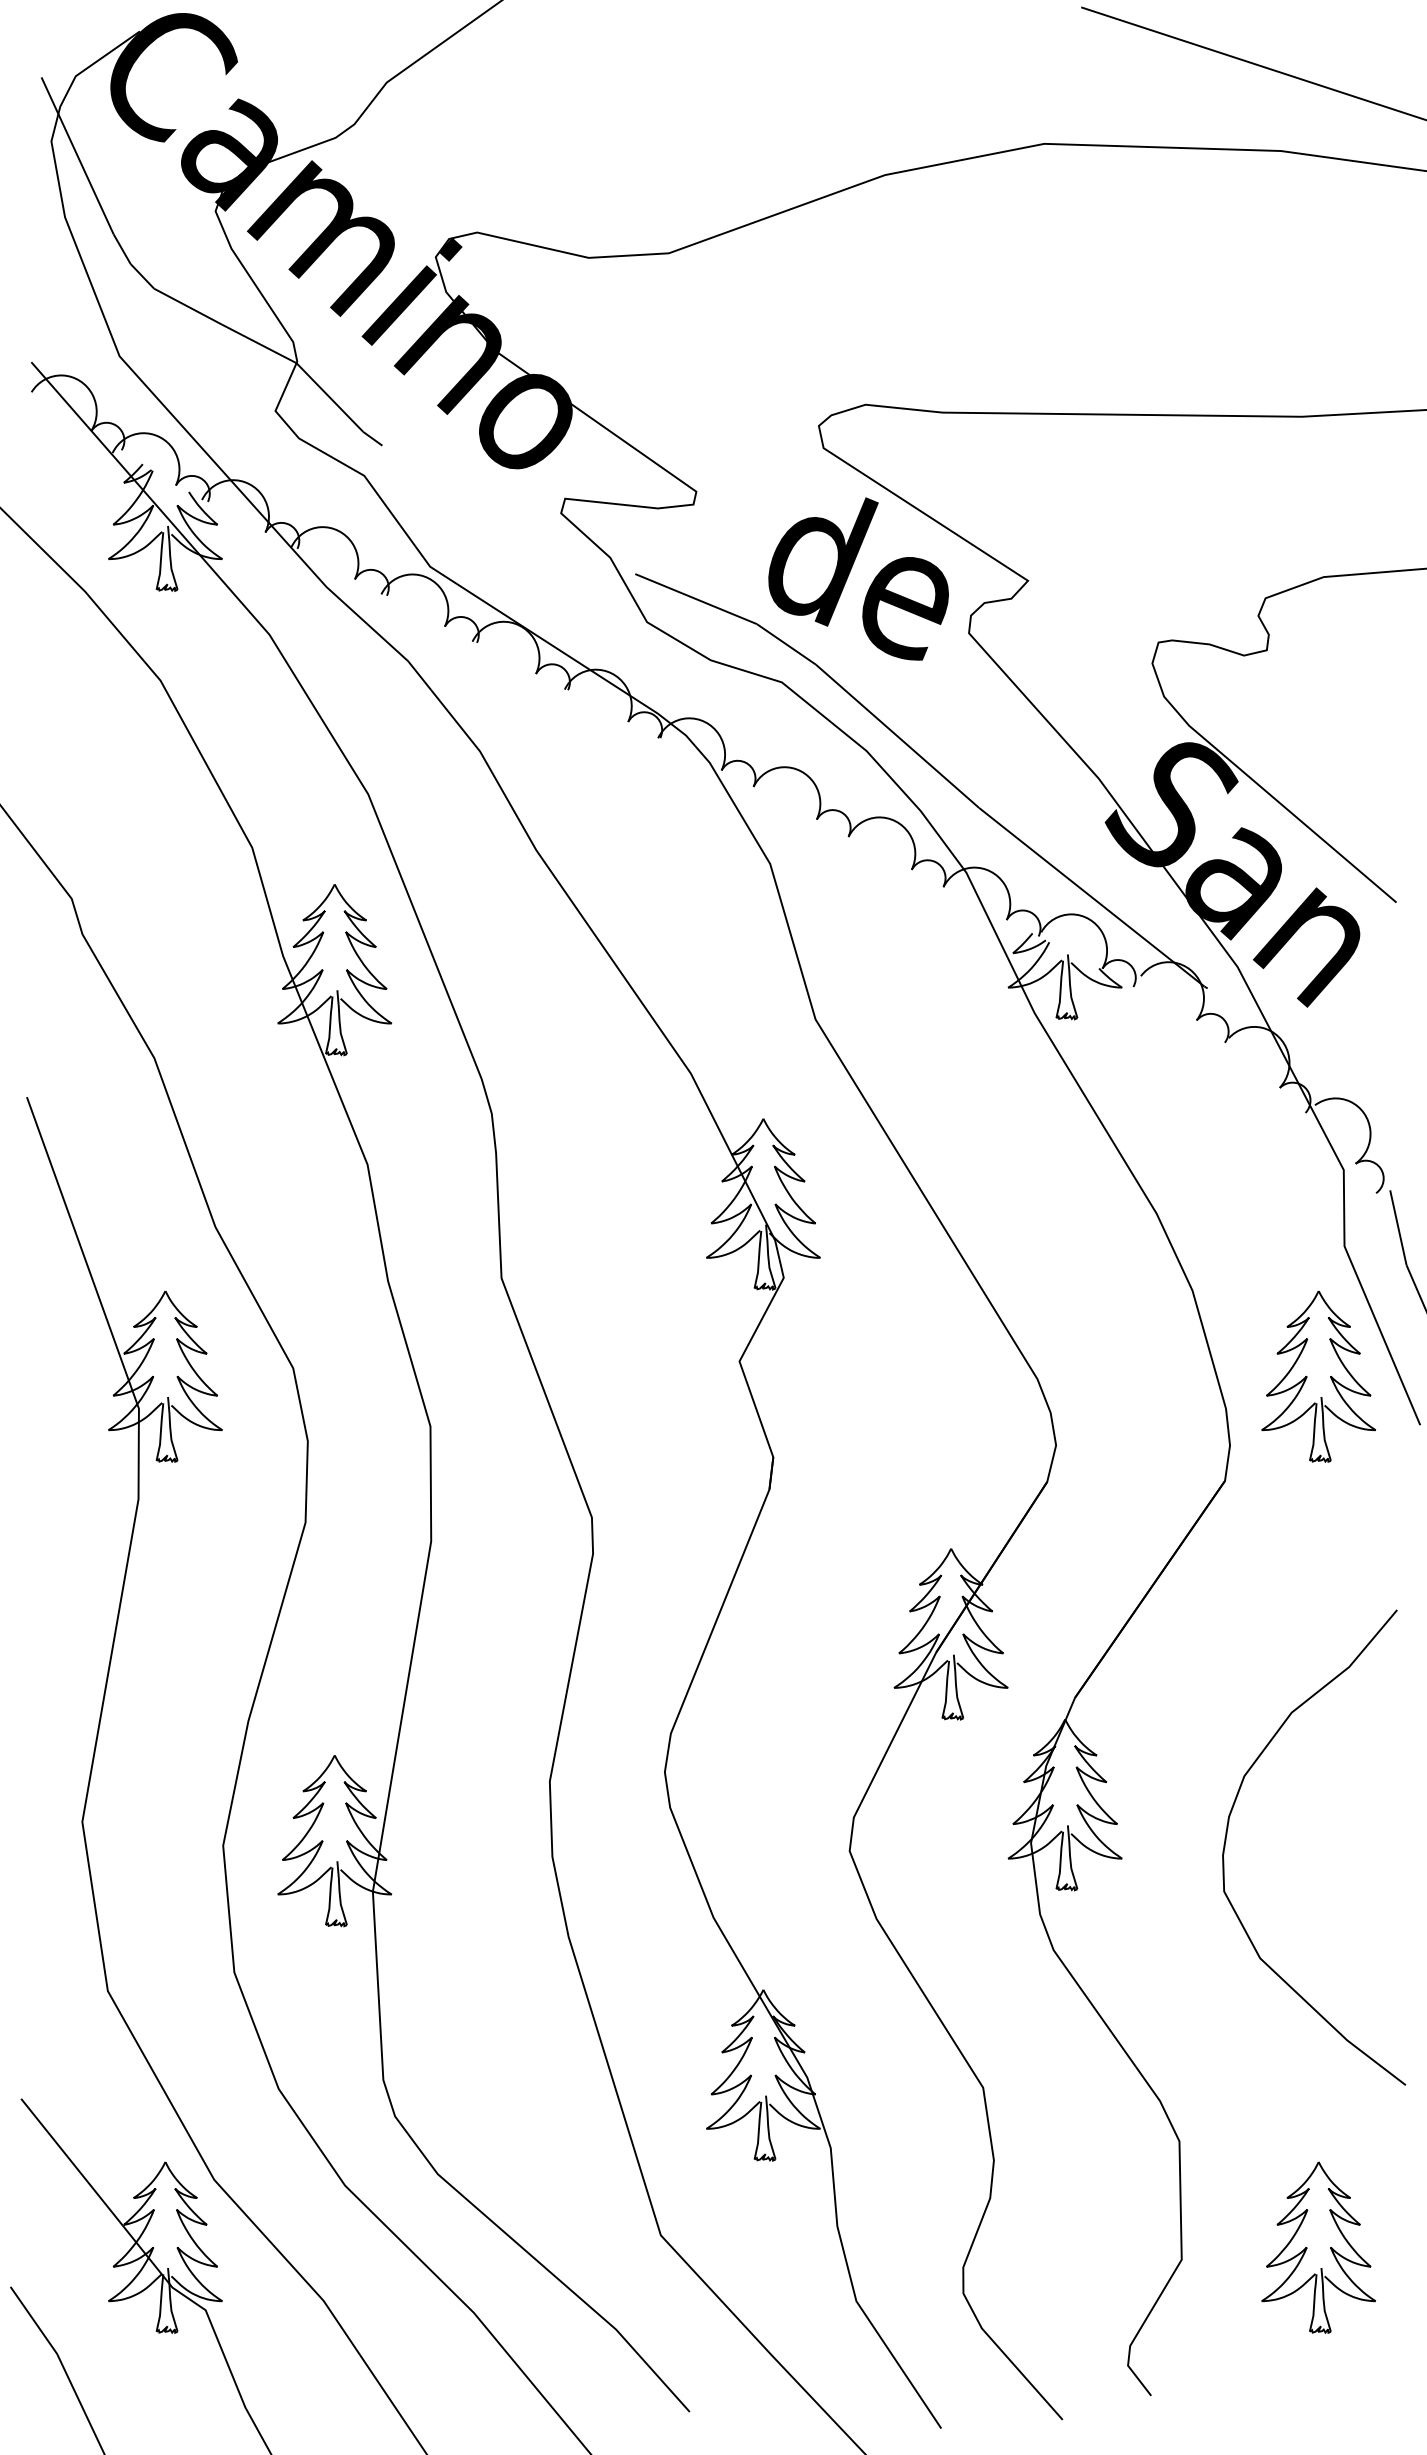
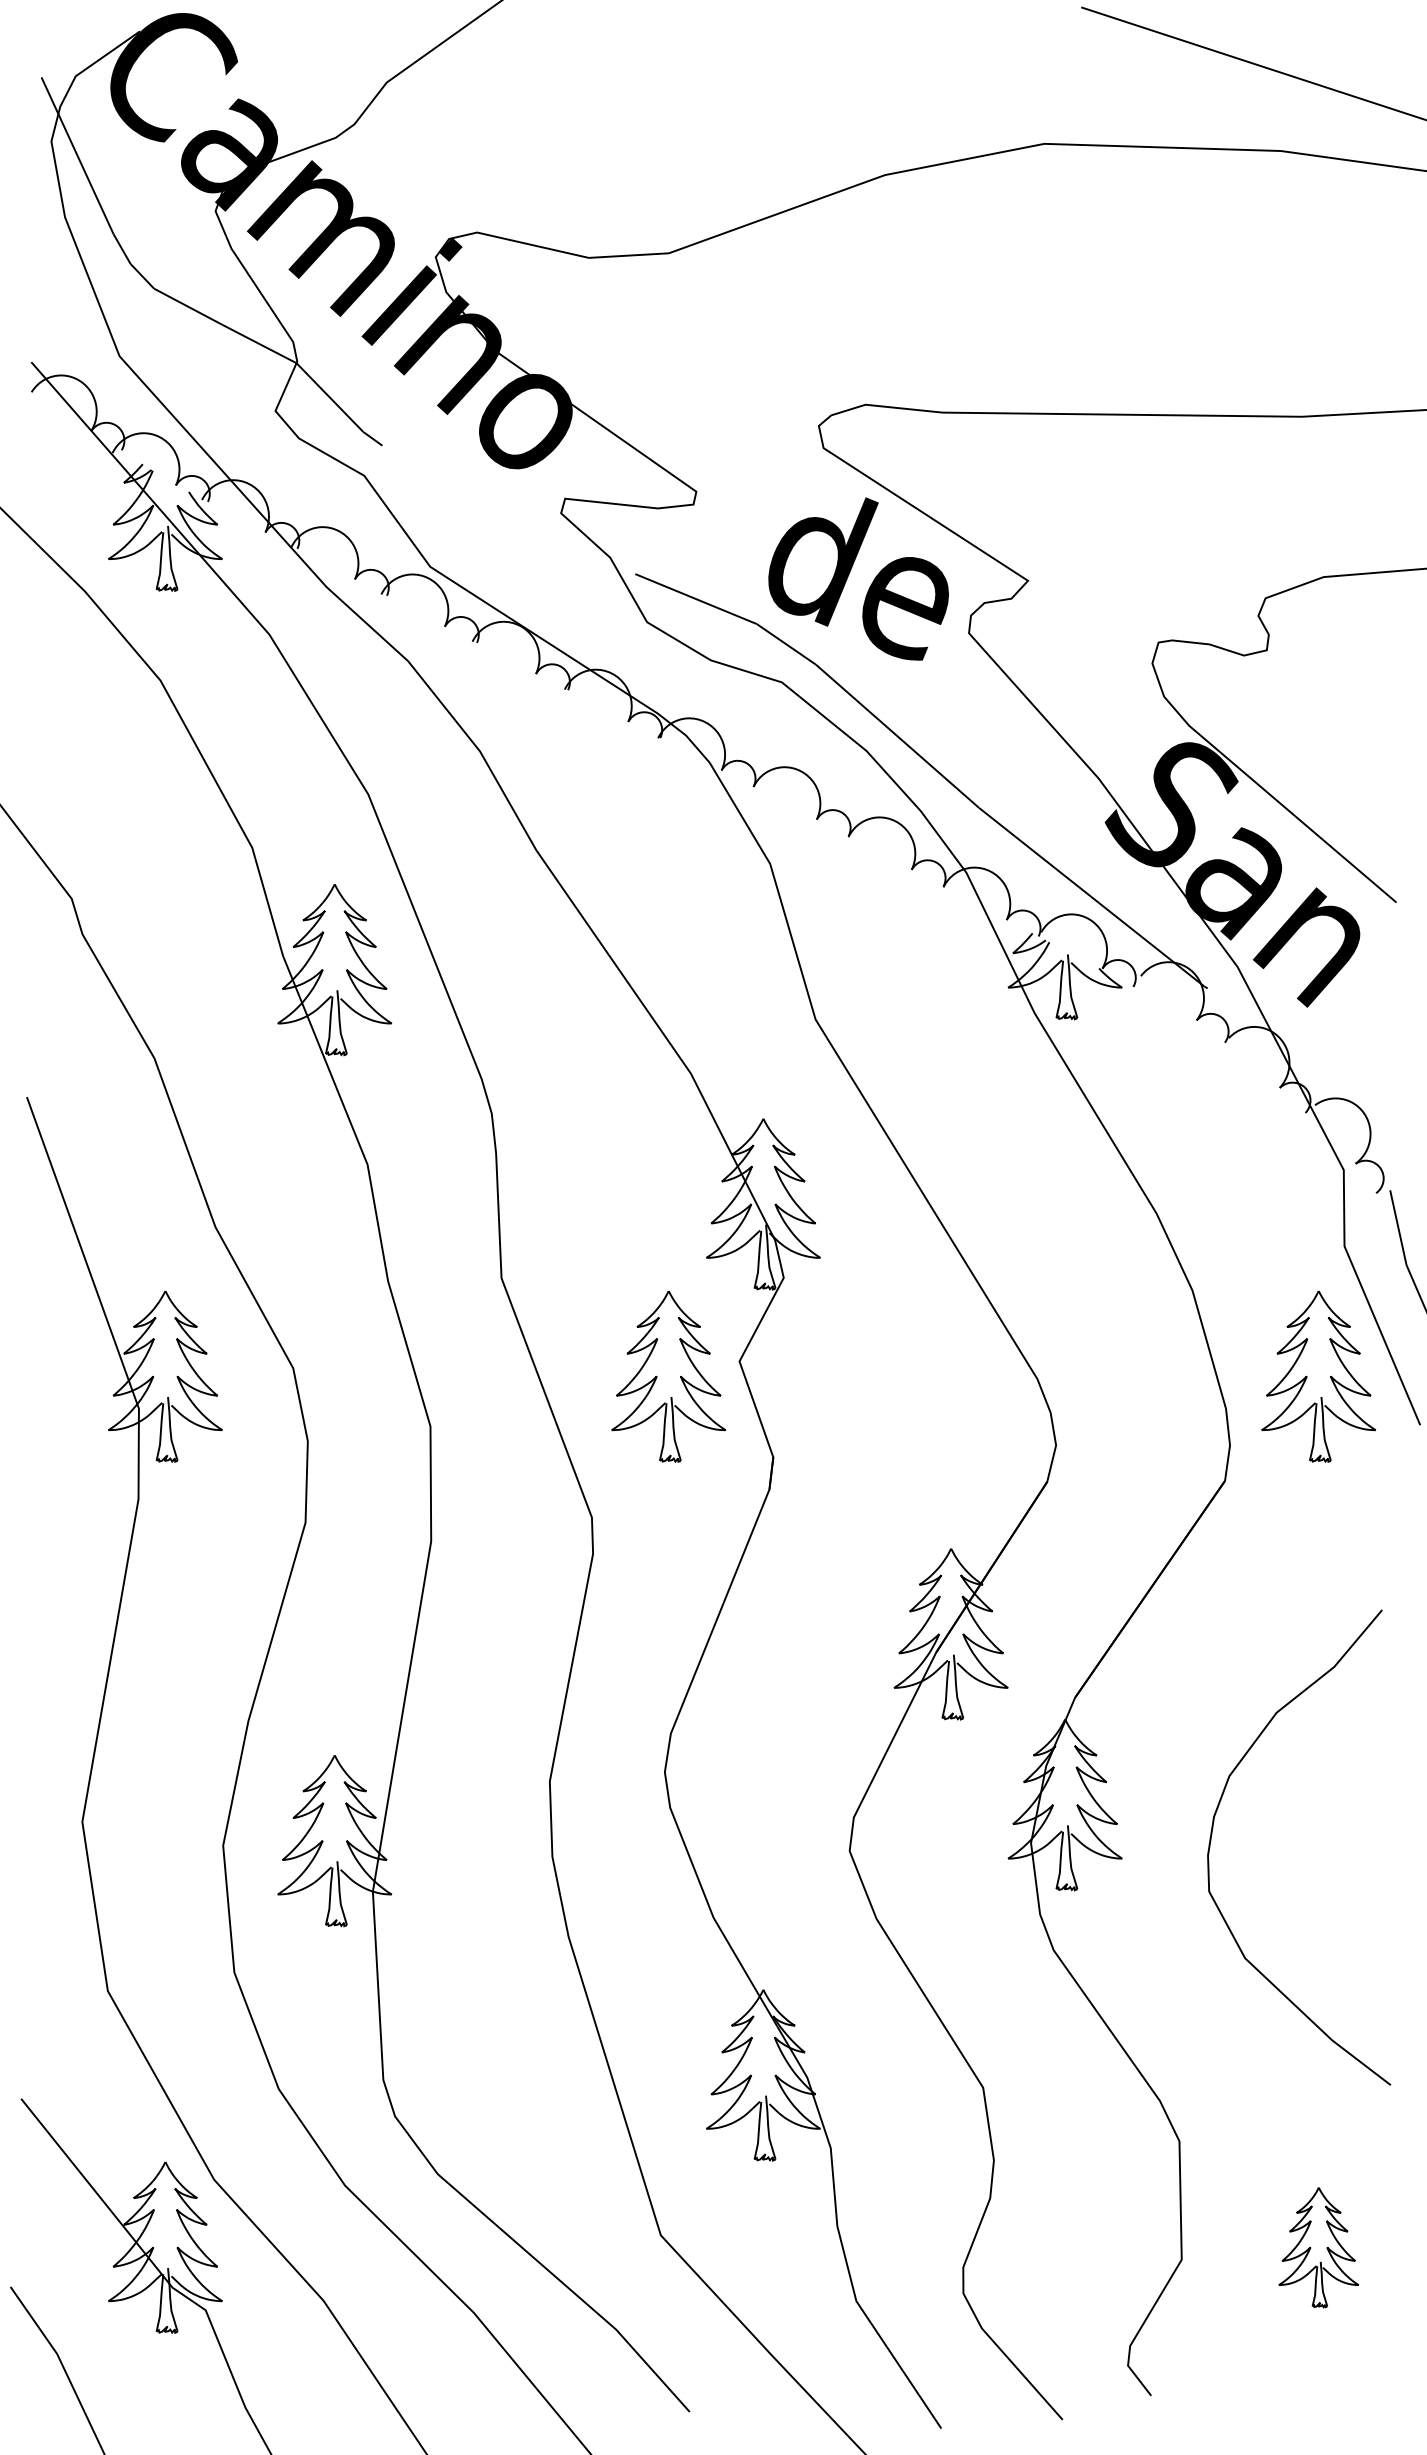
part at (668, 1376): none -> present
curve at (1227, 1834) position: (1227, 1834) -> (1212, 1834)
part at (1318, 2247) size: 116x173 px -> 82x122 px
